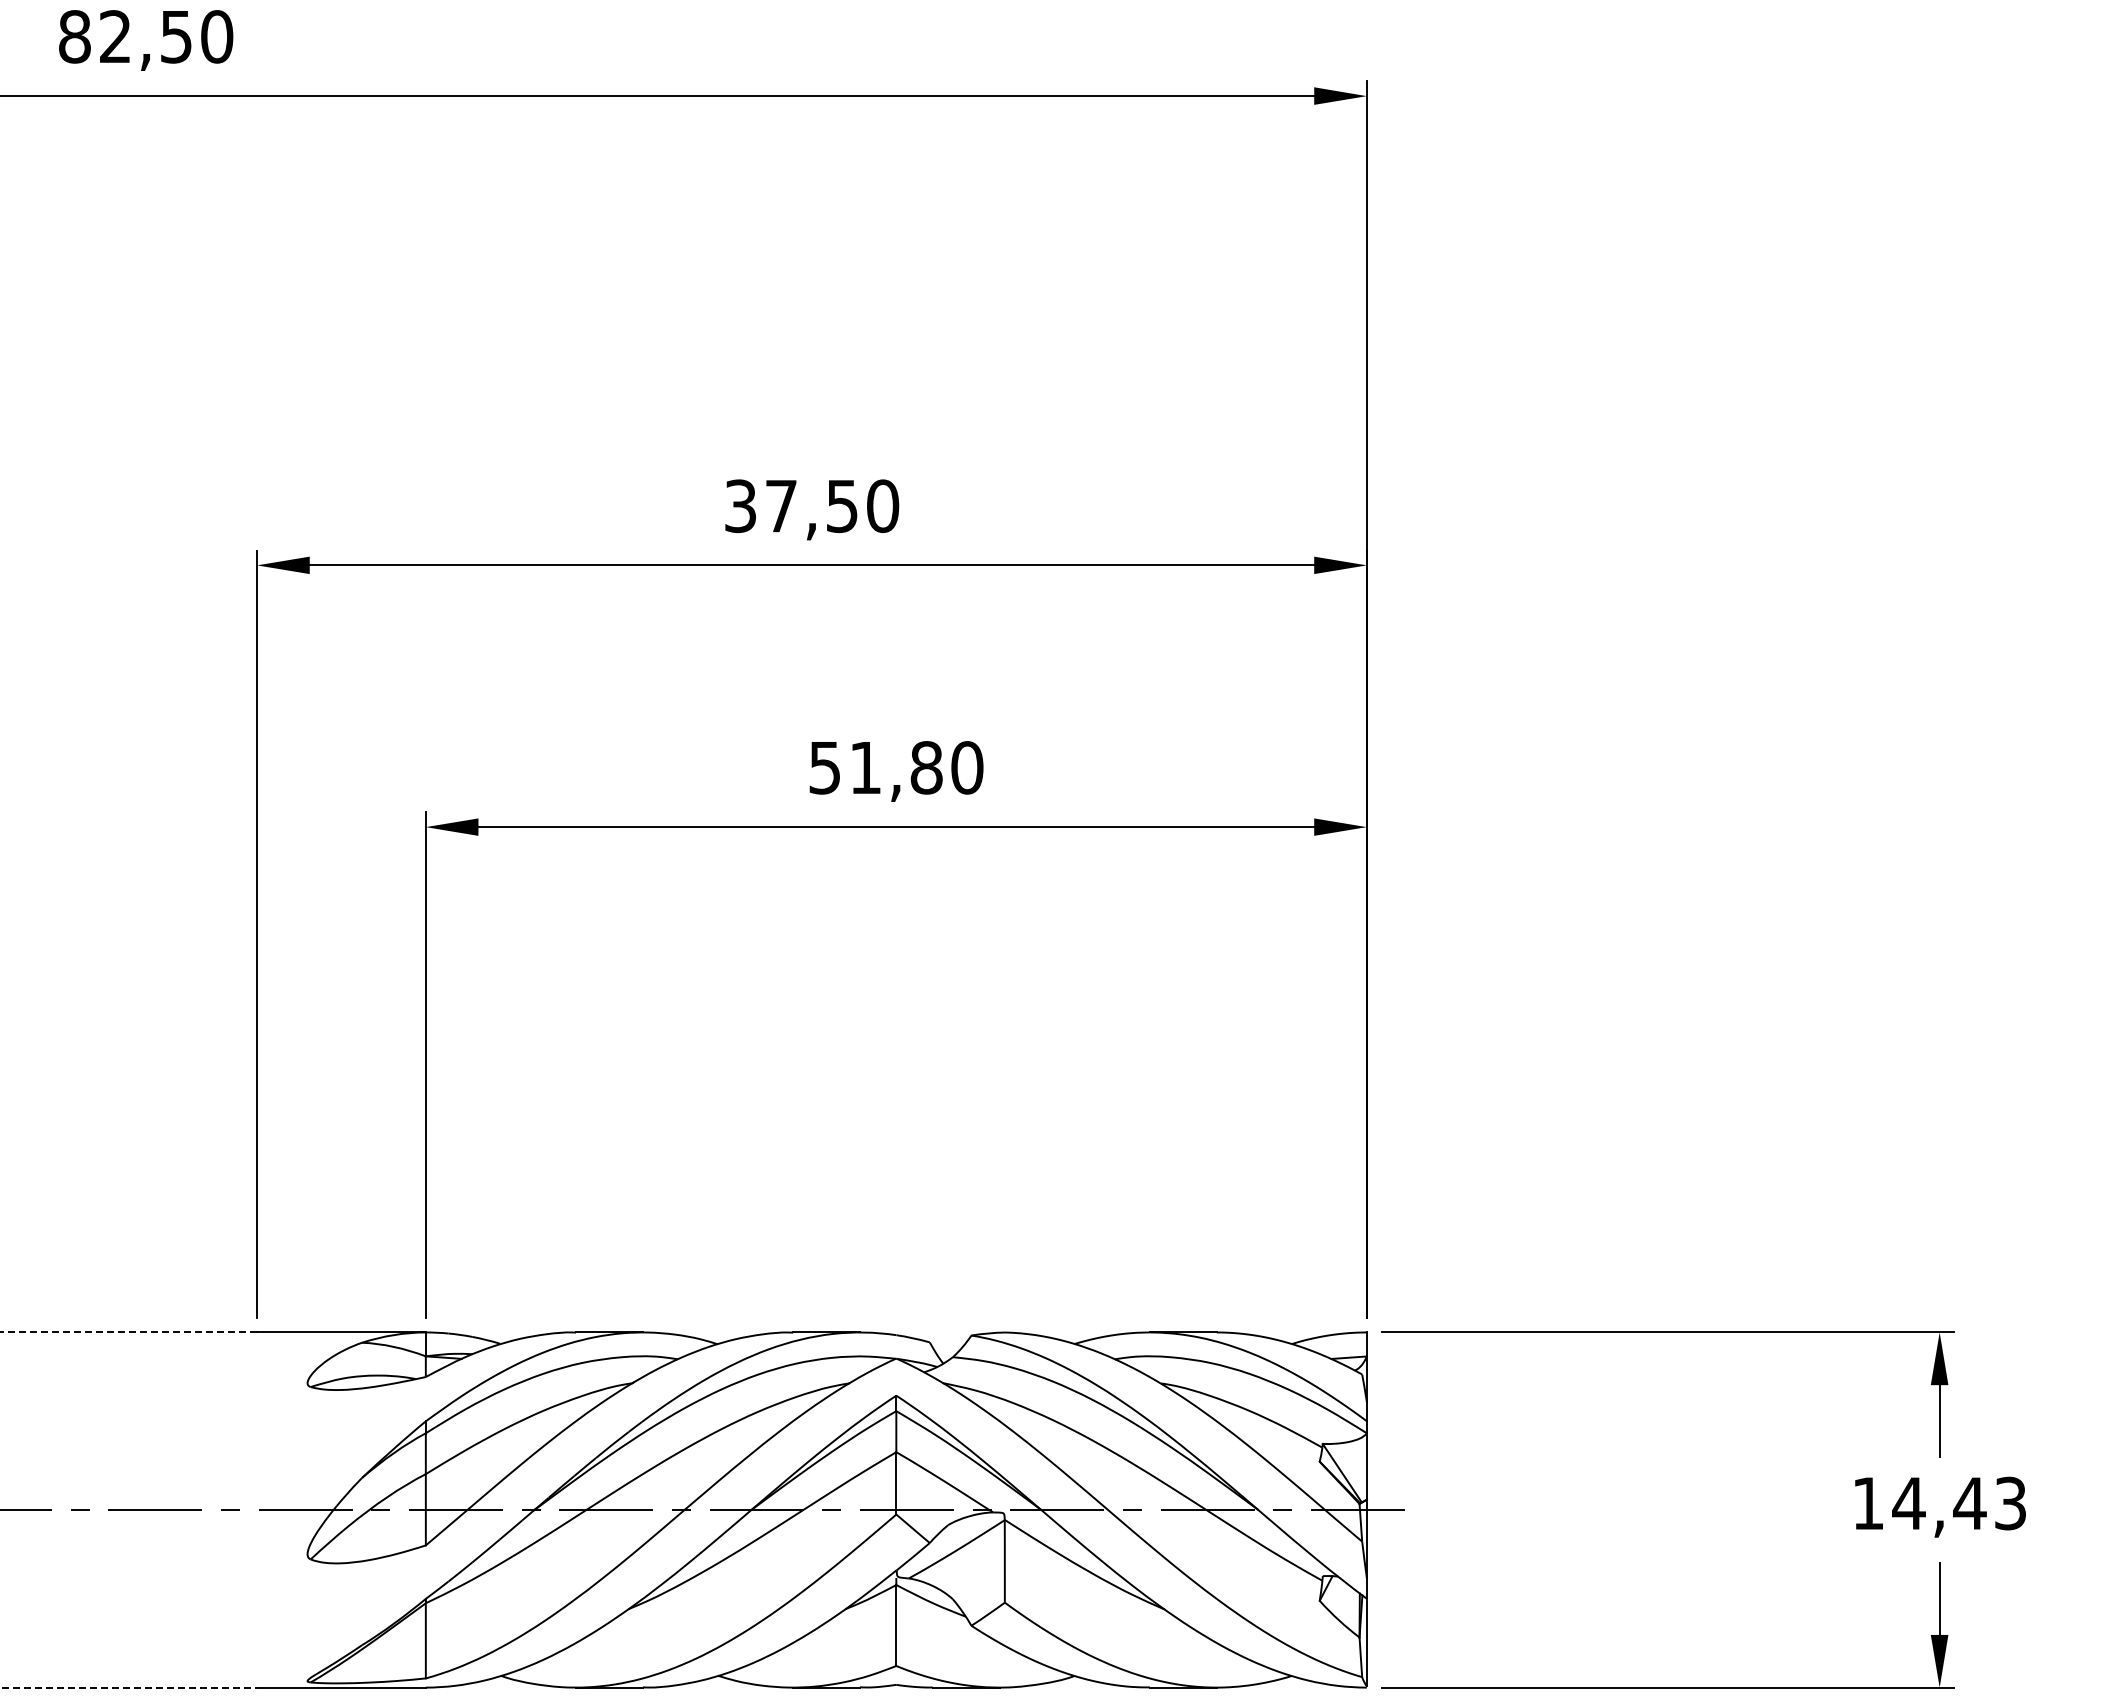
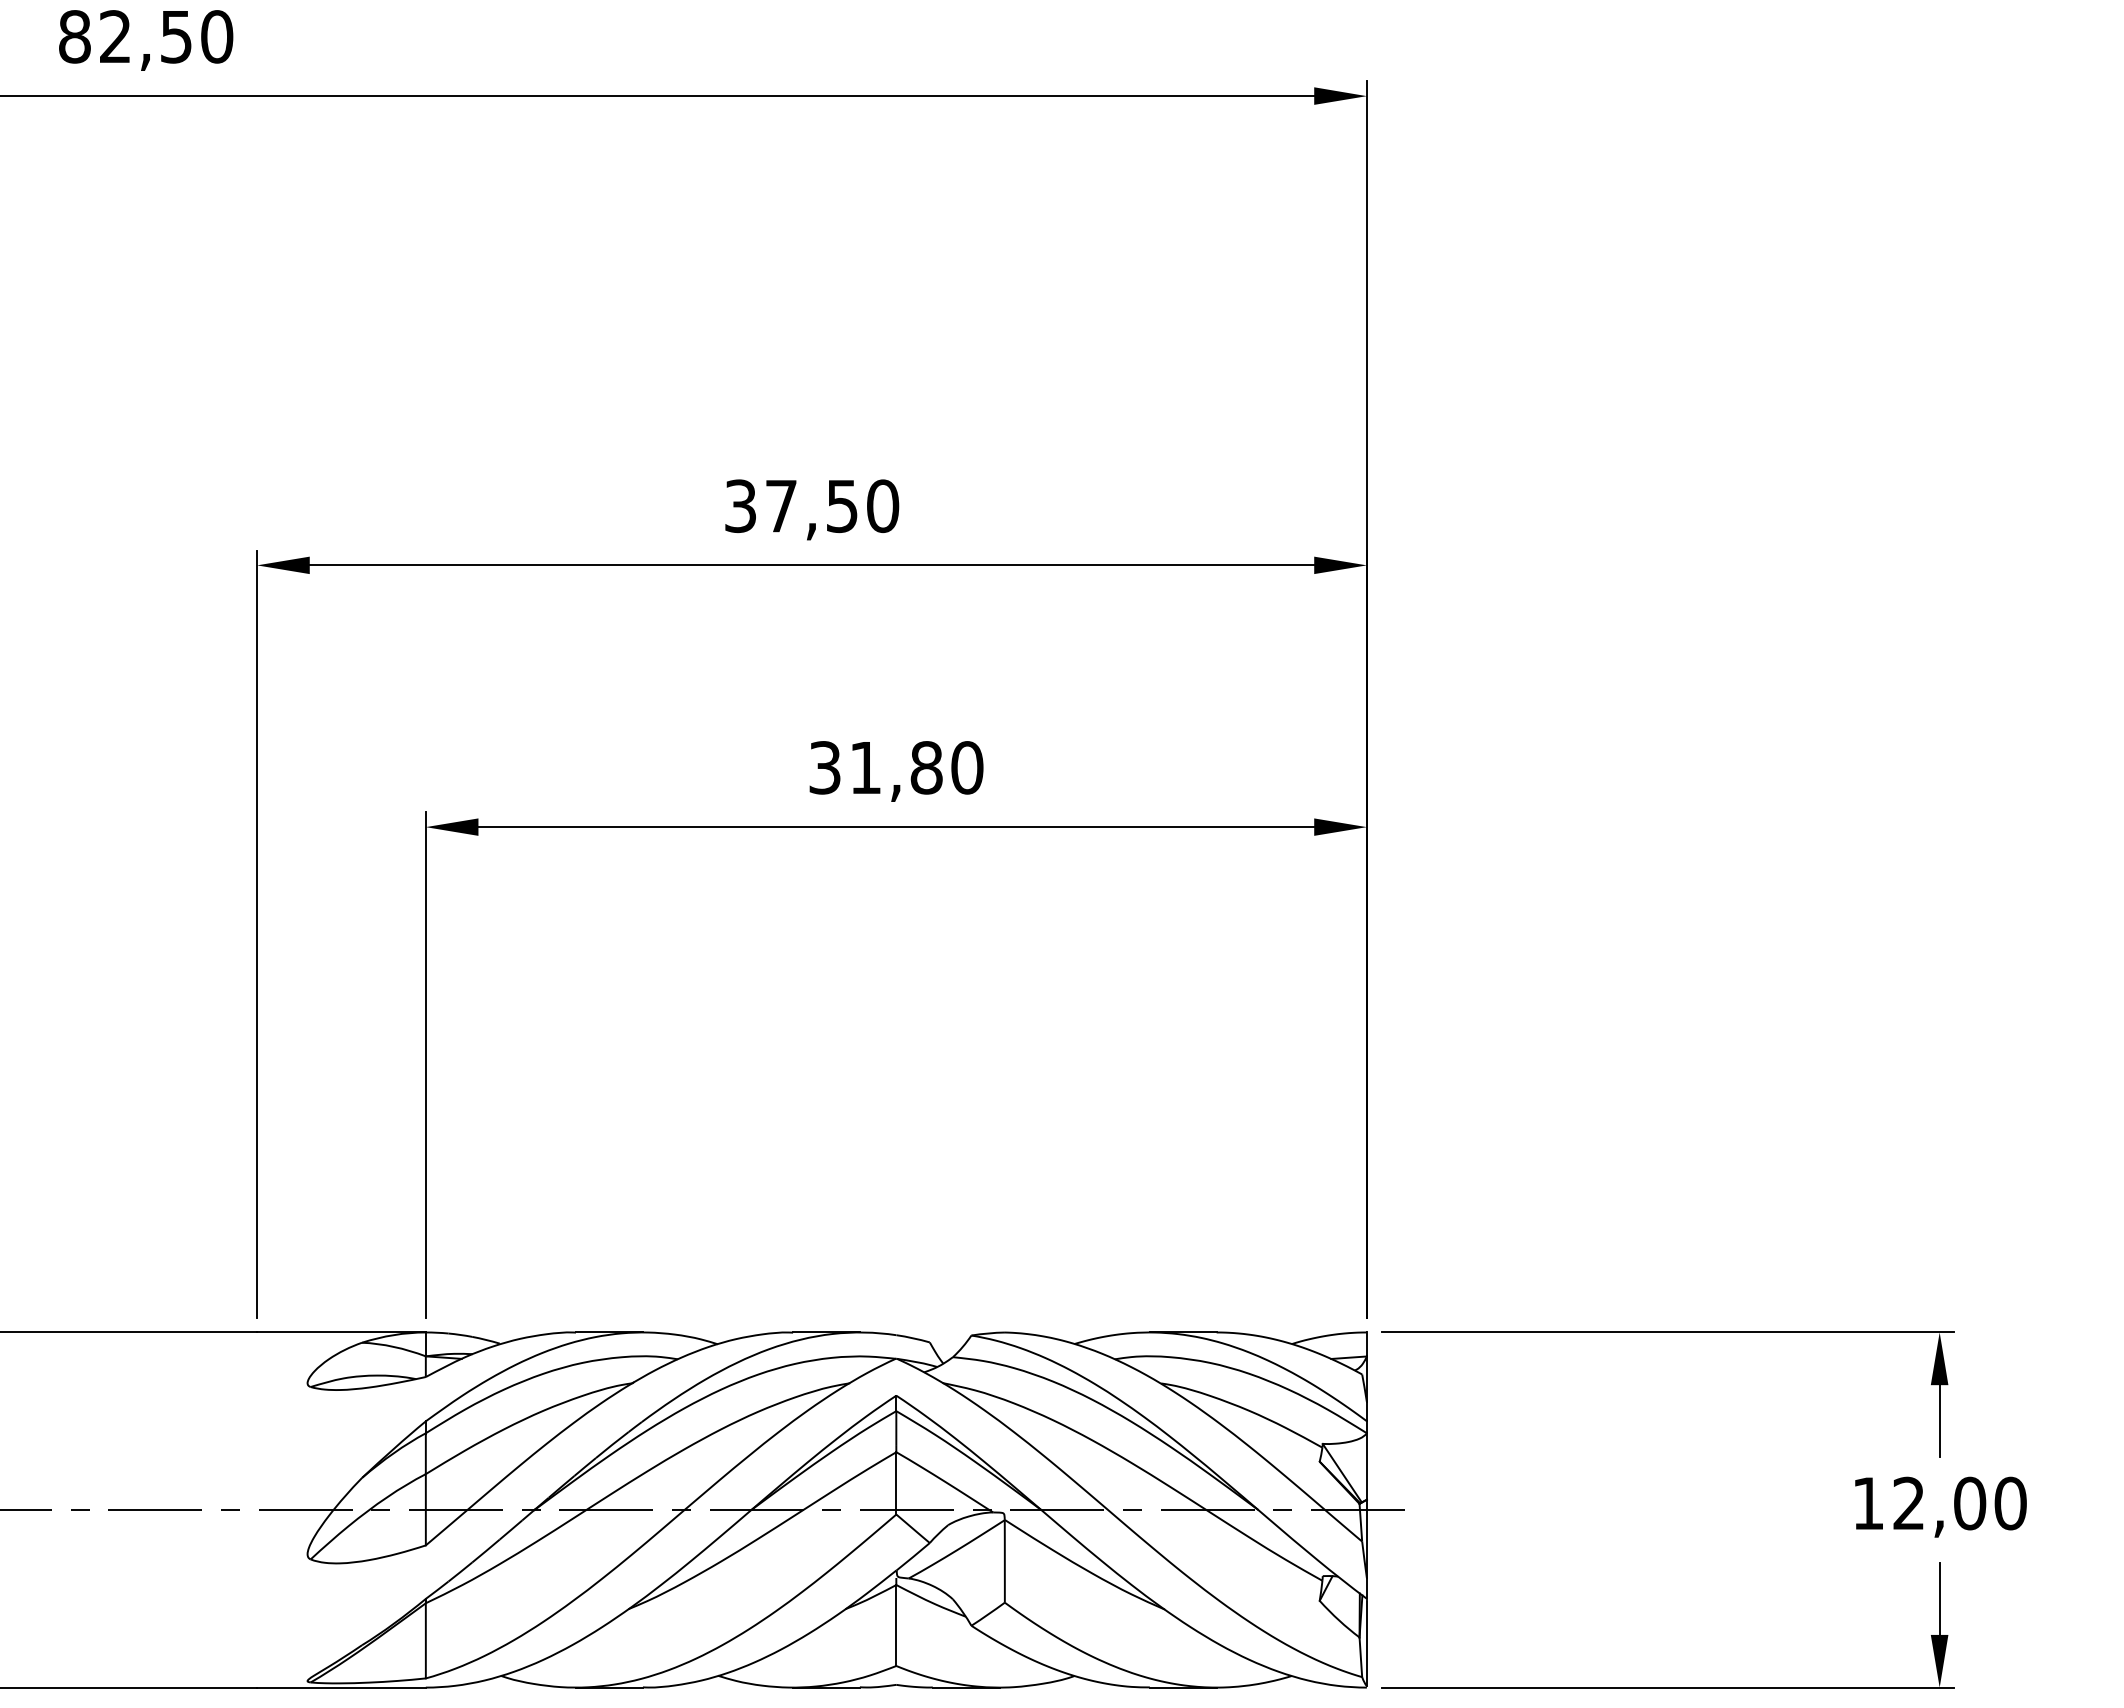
text at (825, 767): 51,80 -> 31,80
line at (128, 1332): dashed -> solid
text at (1959, 1503): 14,43 -> 12,00
line at (129, 1687): dashed -> solid
